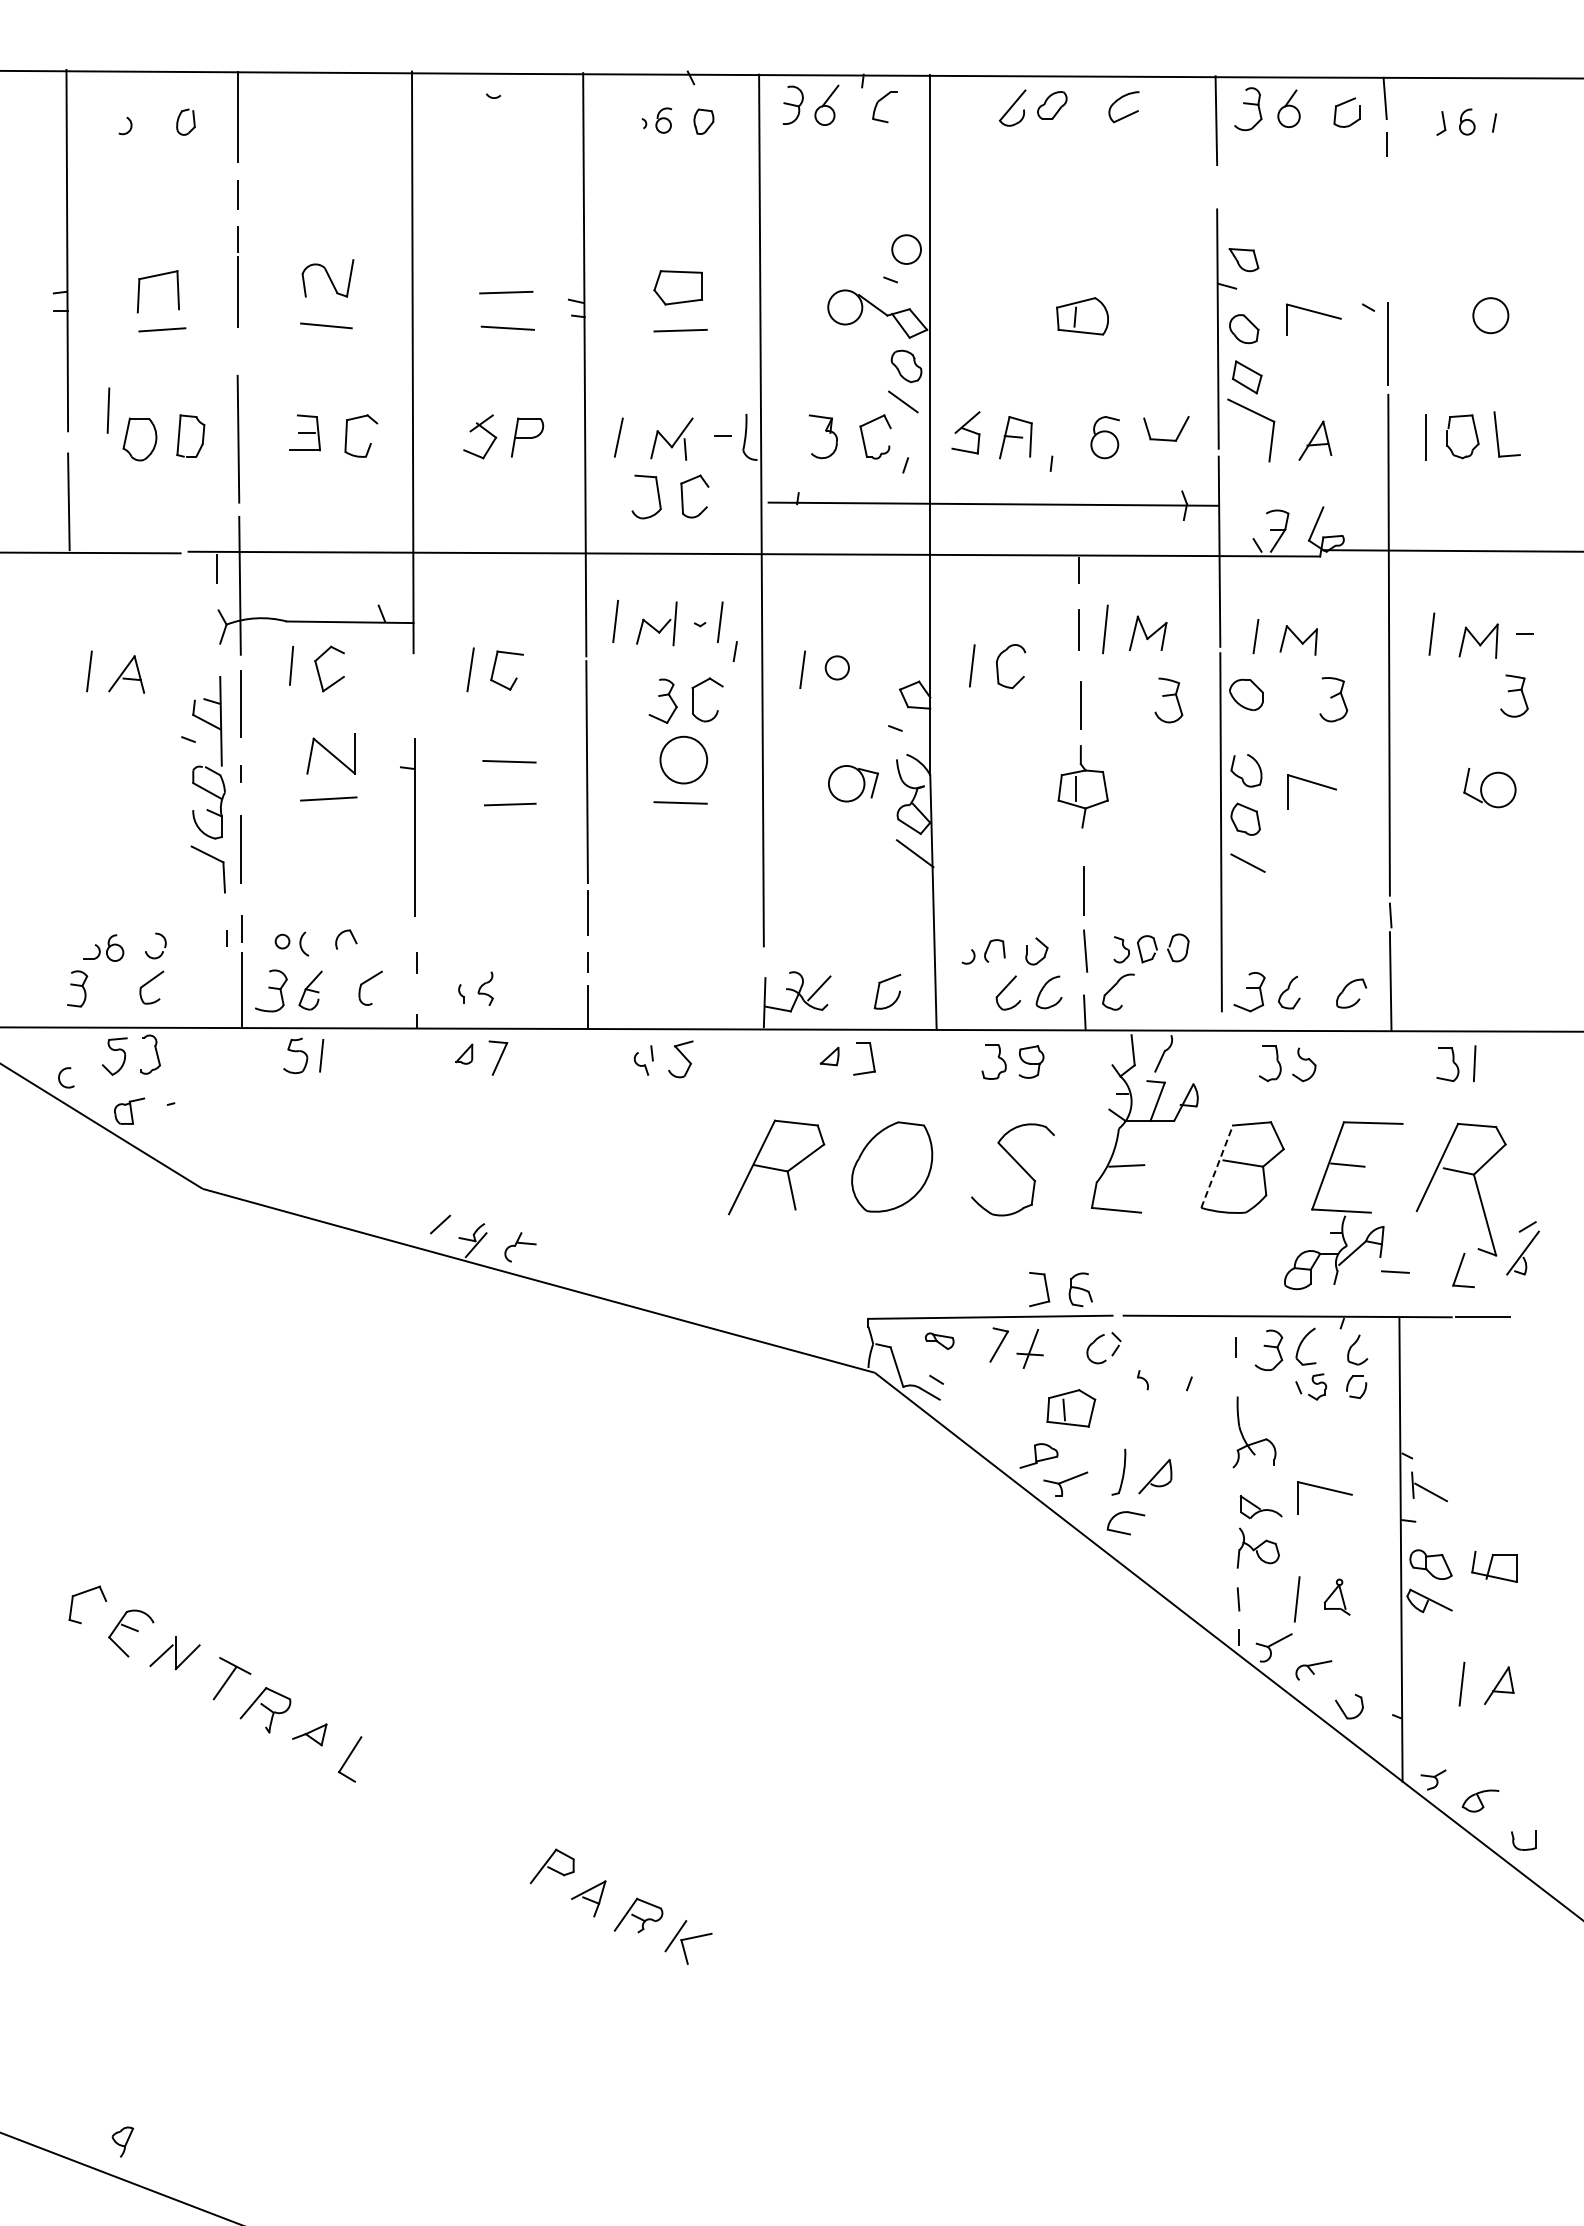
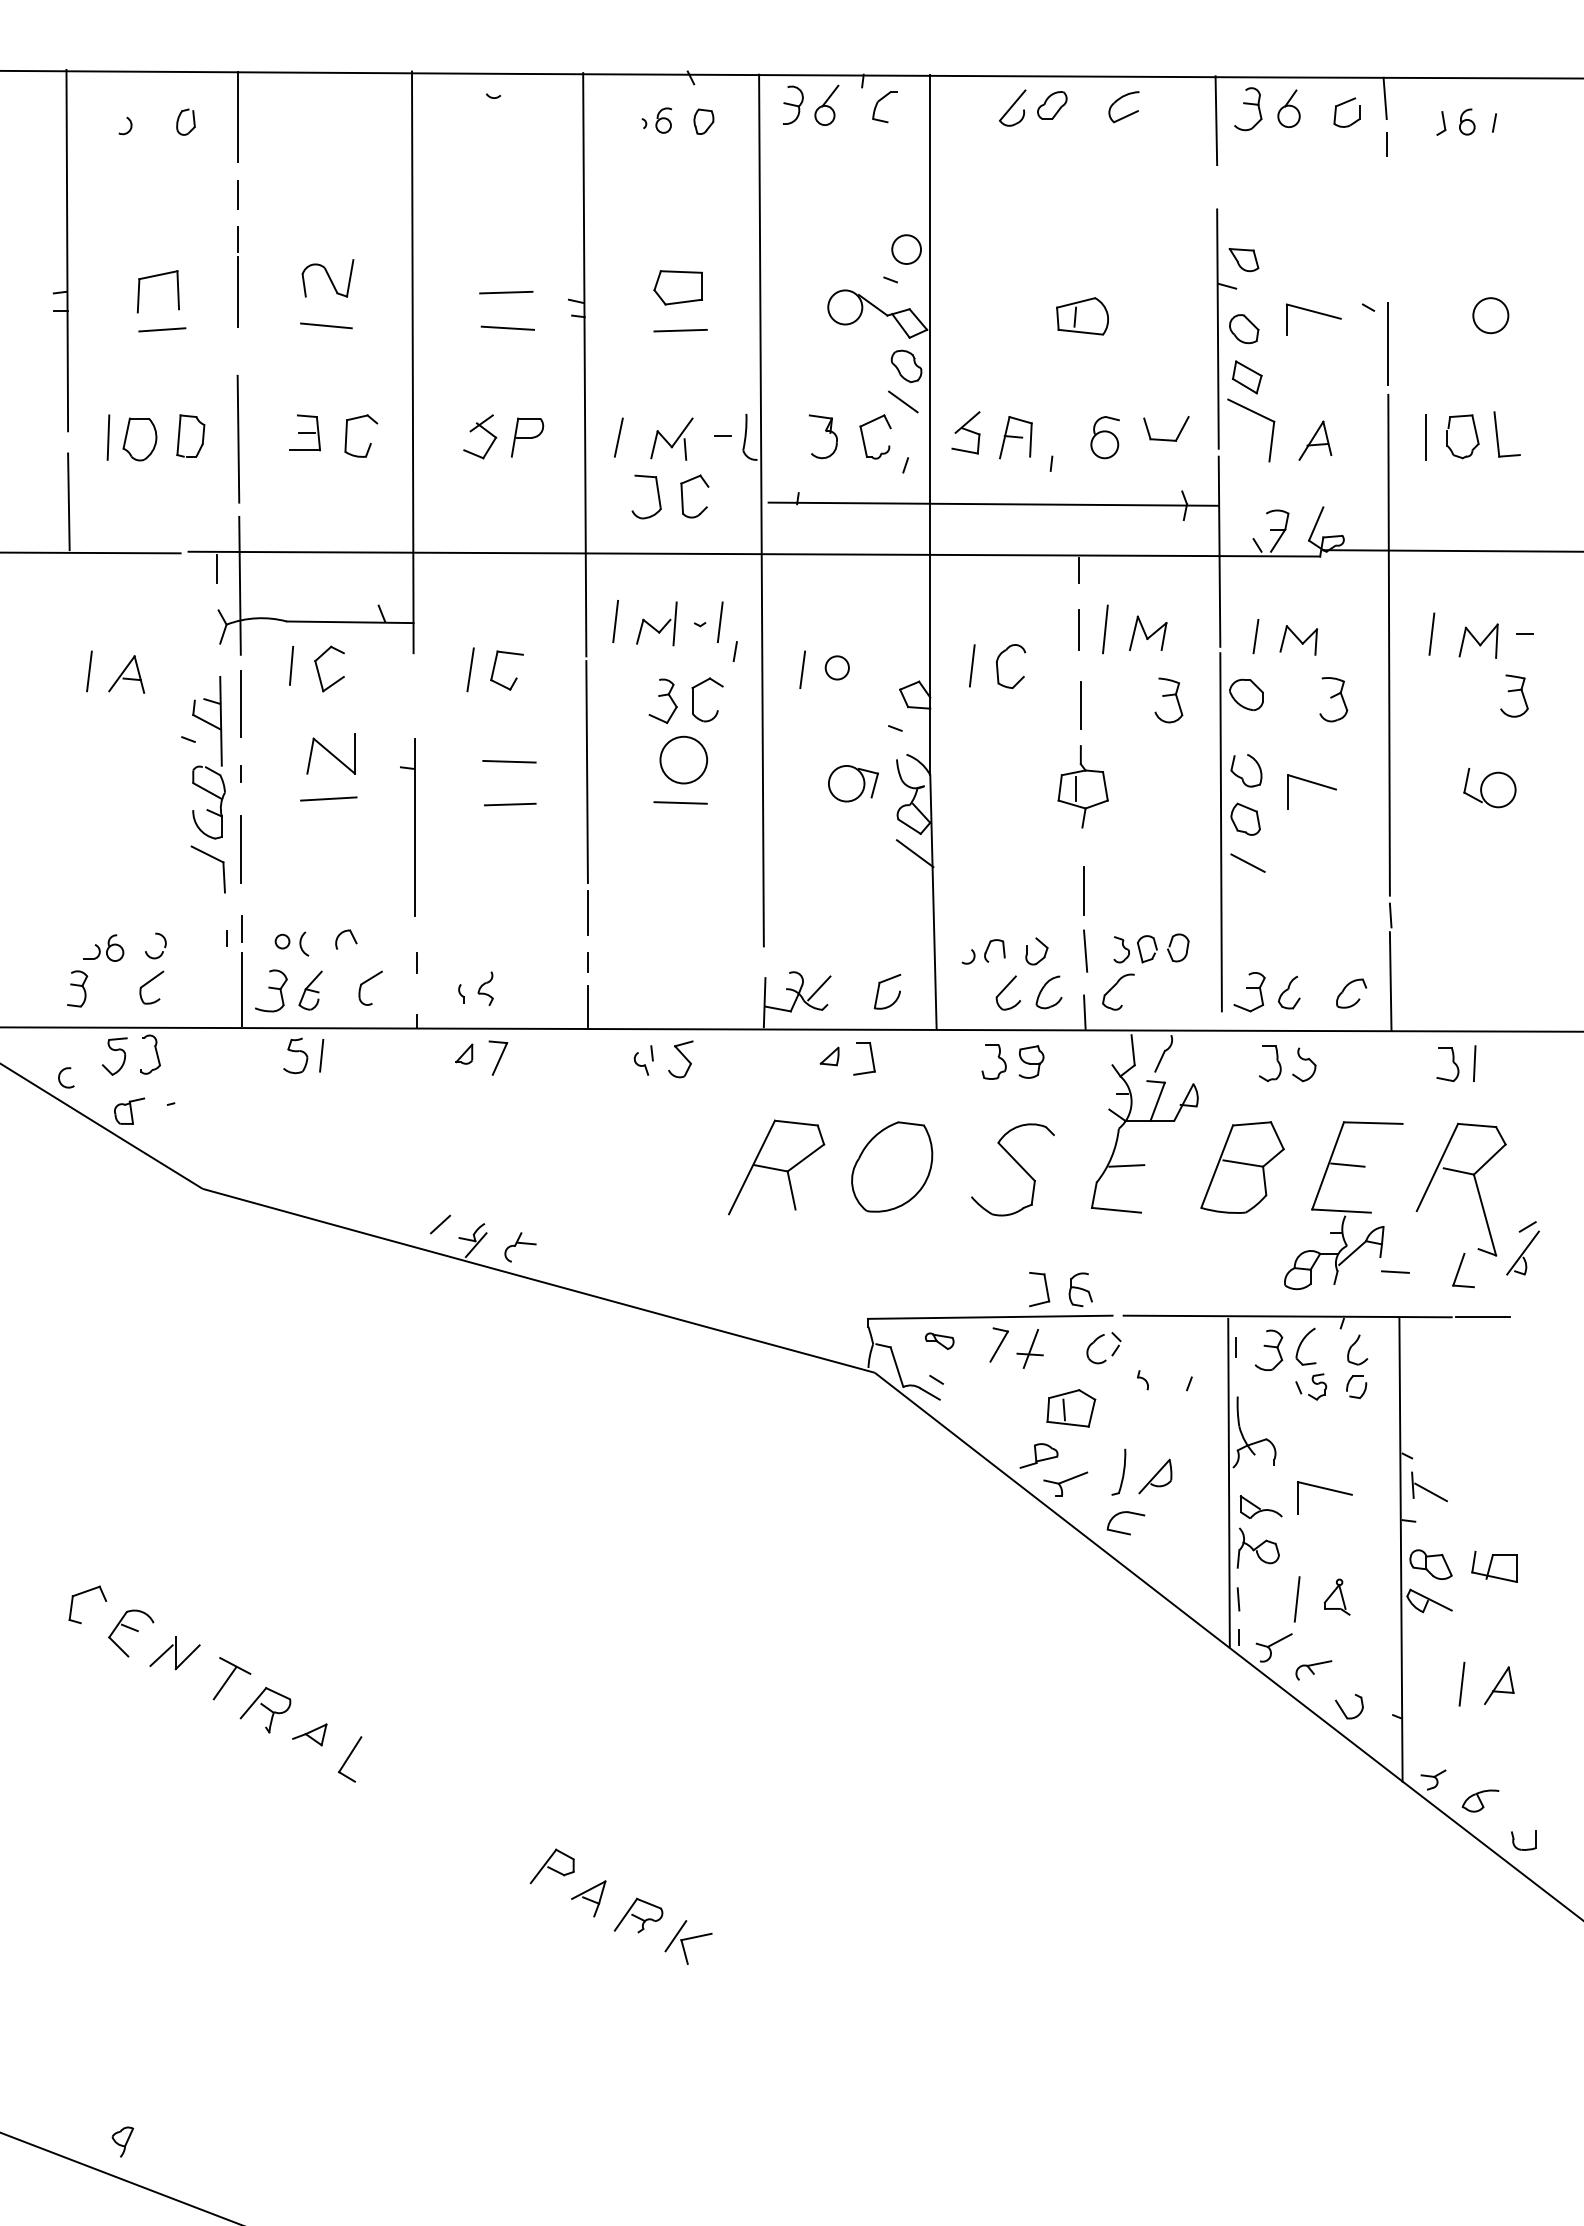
line at (108, 410) position: (108, 410) -> (108, 437)
line at (1217, 1166): dashed -> solid
line at (1228, 1482): none -> present
